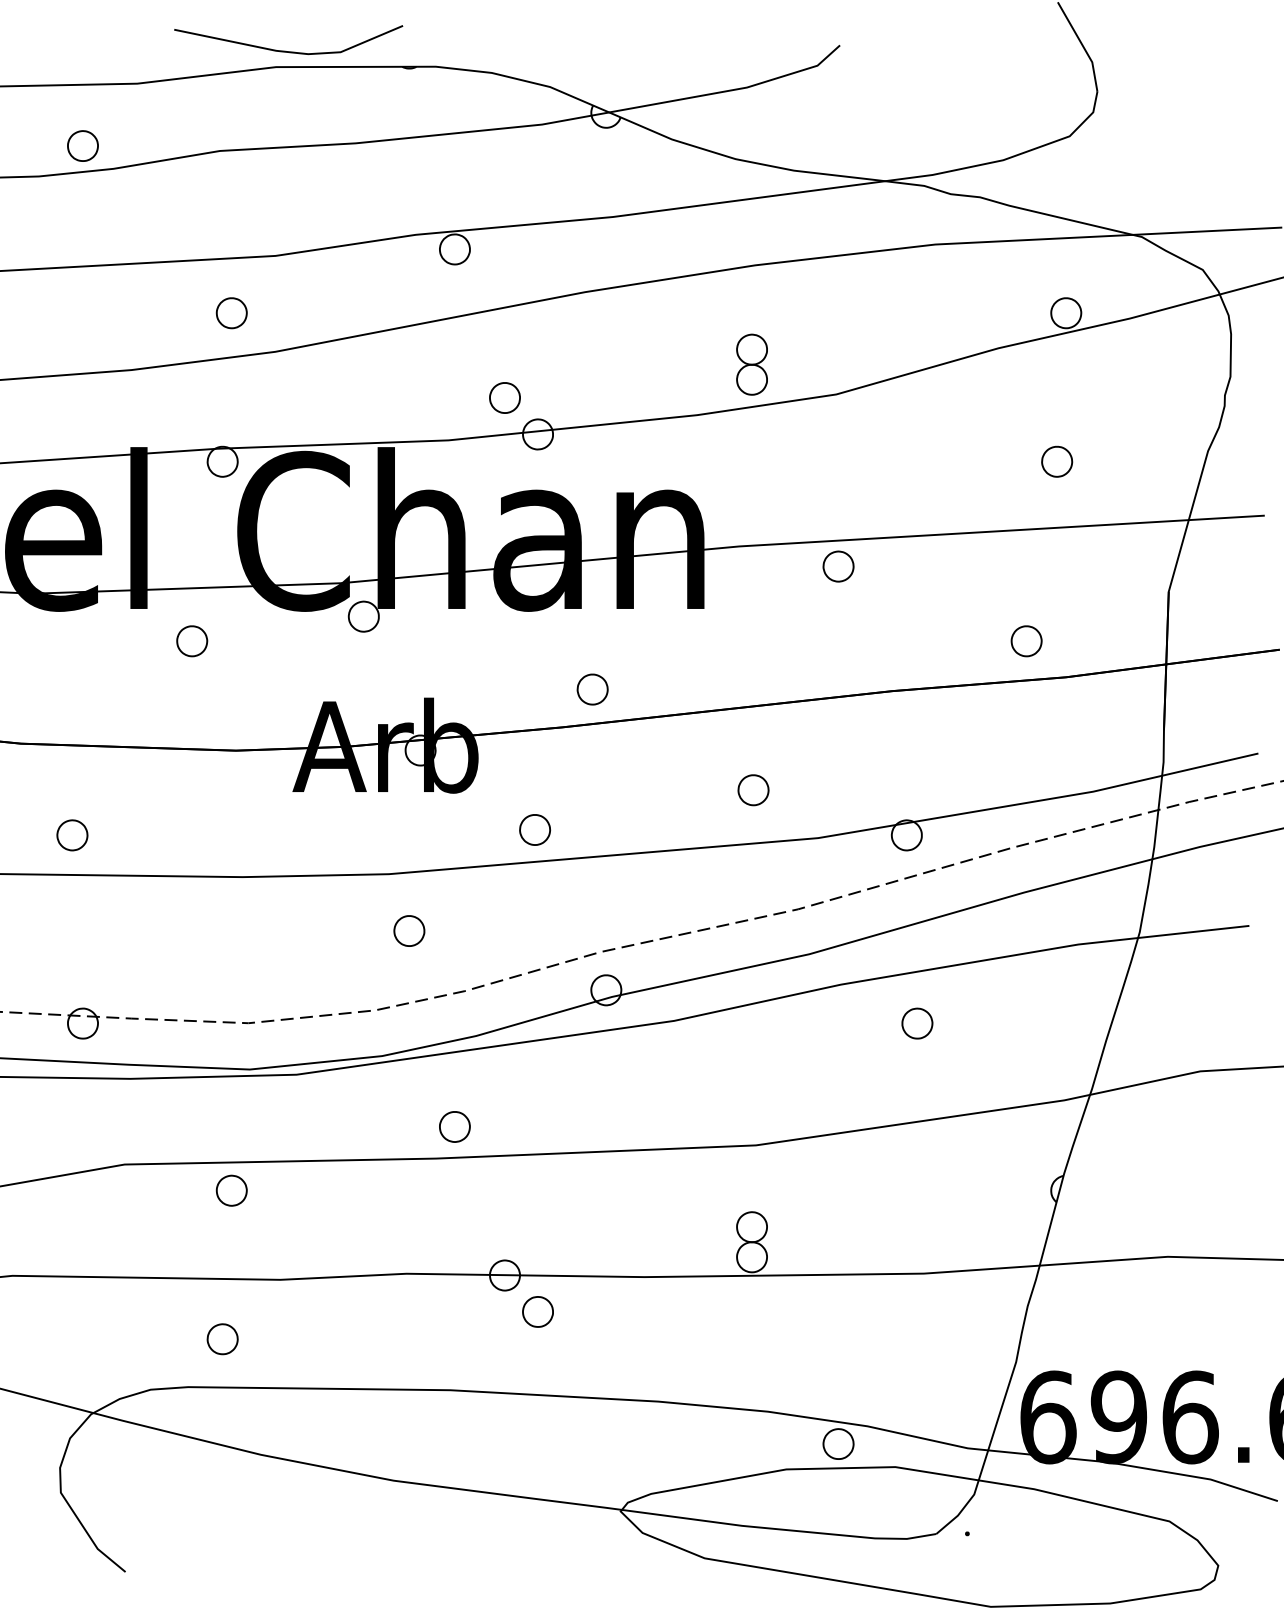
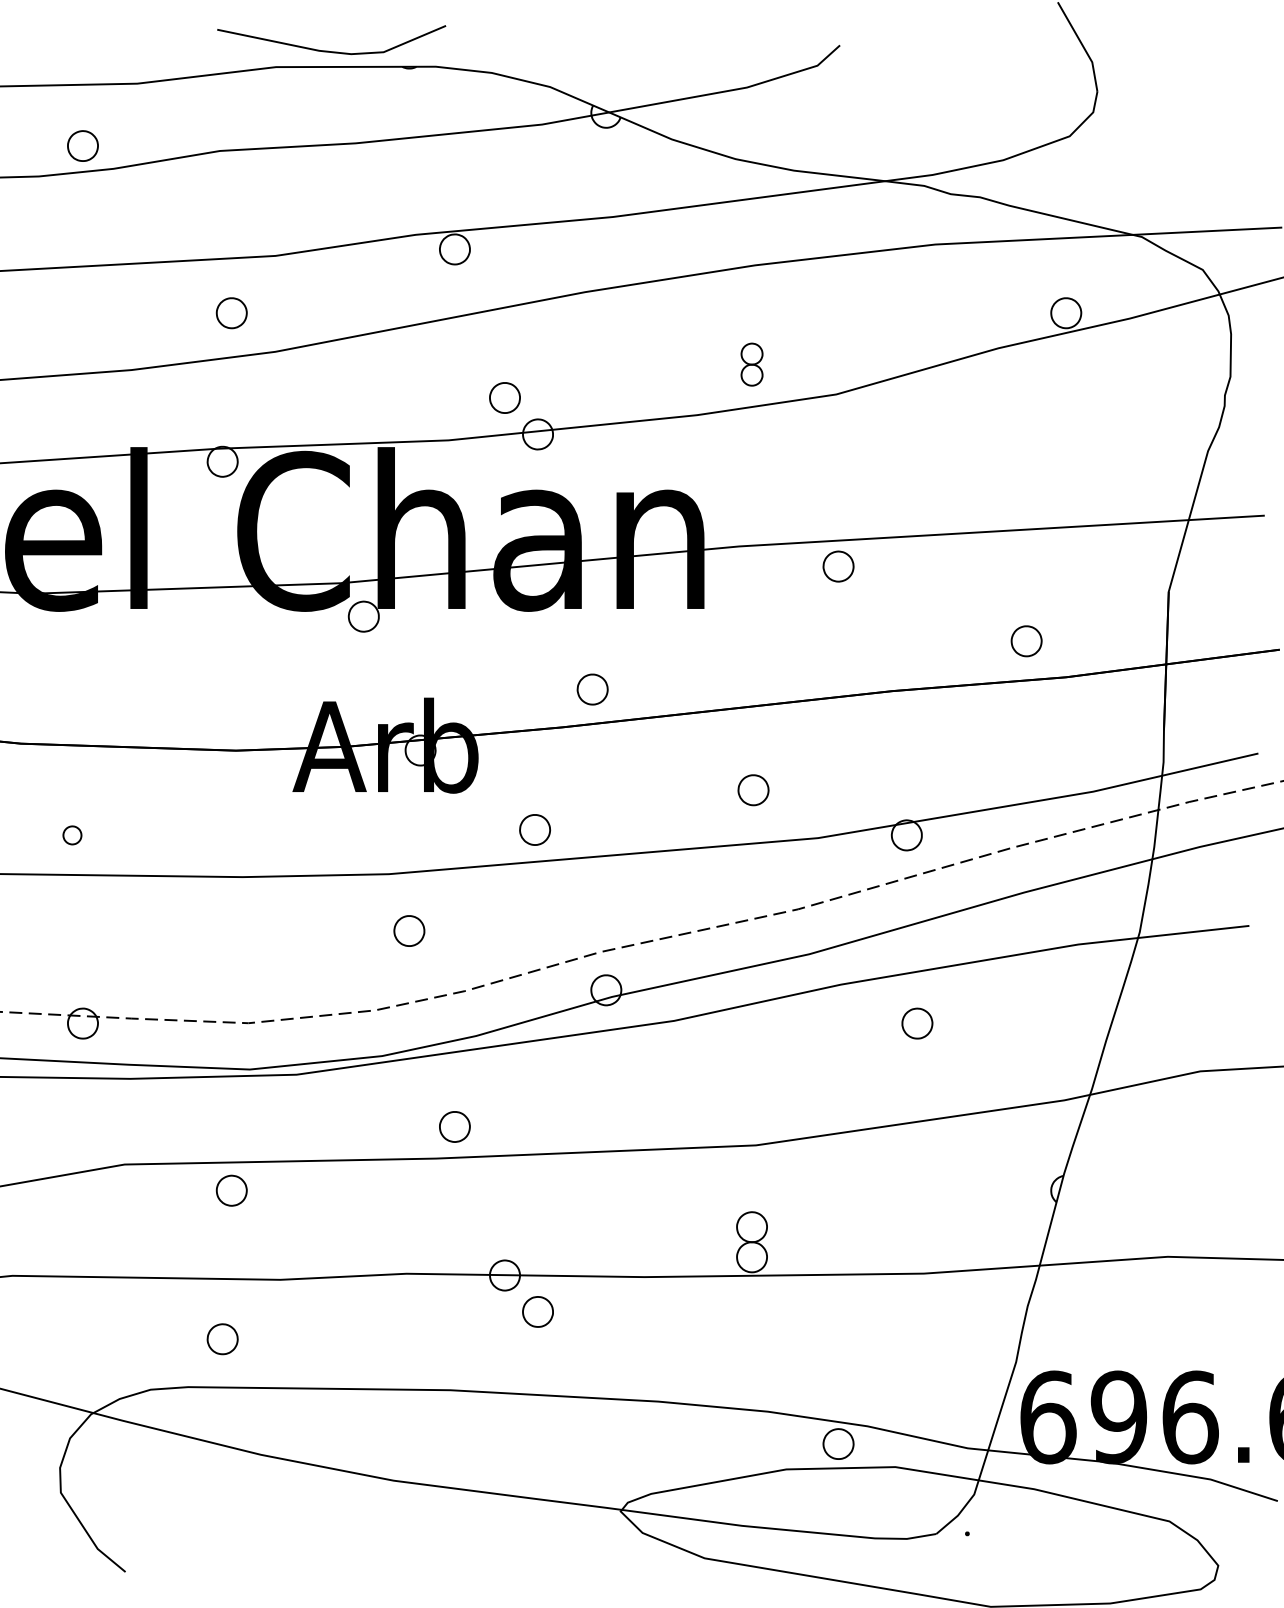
line at (285, 50) position: (285, 50) -> (328, 50)
part at (751, 364) size: 32x63 px -> 24x45 px
part at (1057, 461): present -> none
part at (192, 641): present -> none
part at (72, 835) size: 33x33 px -> 21x21 px
